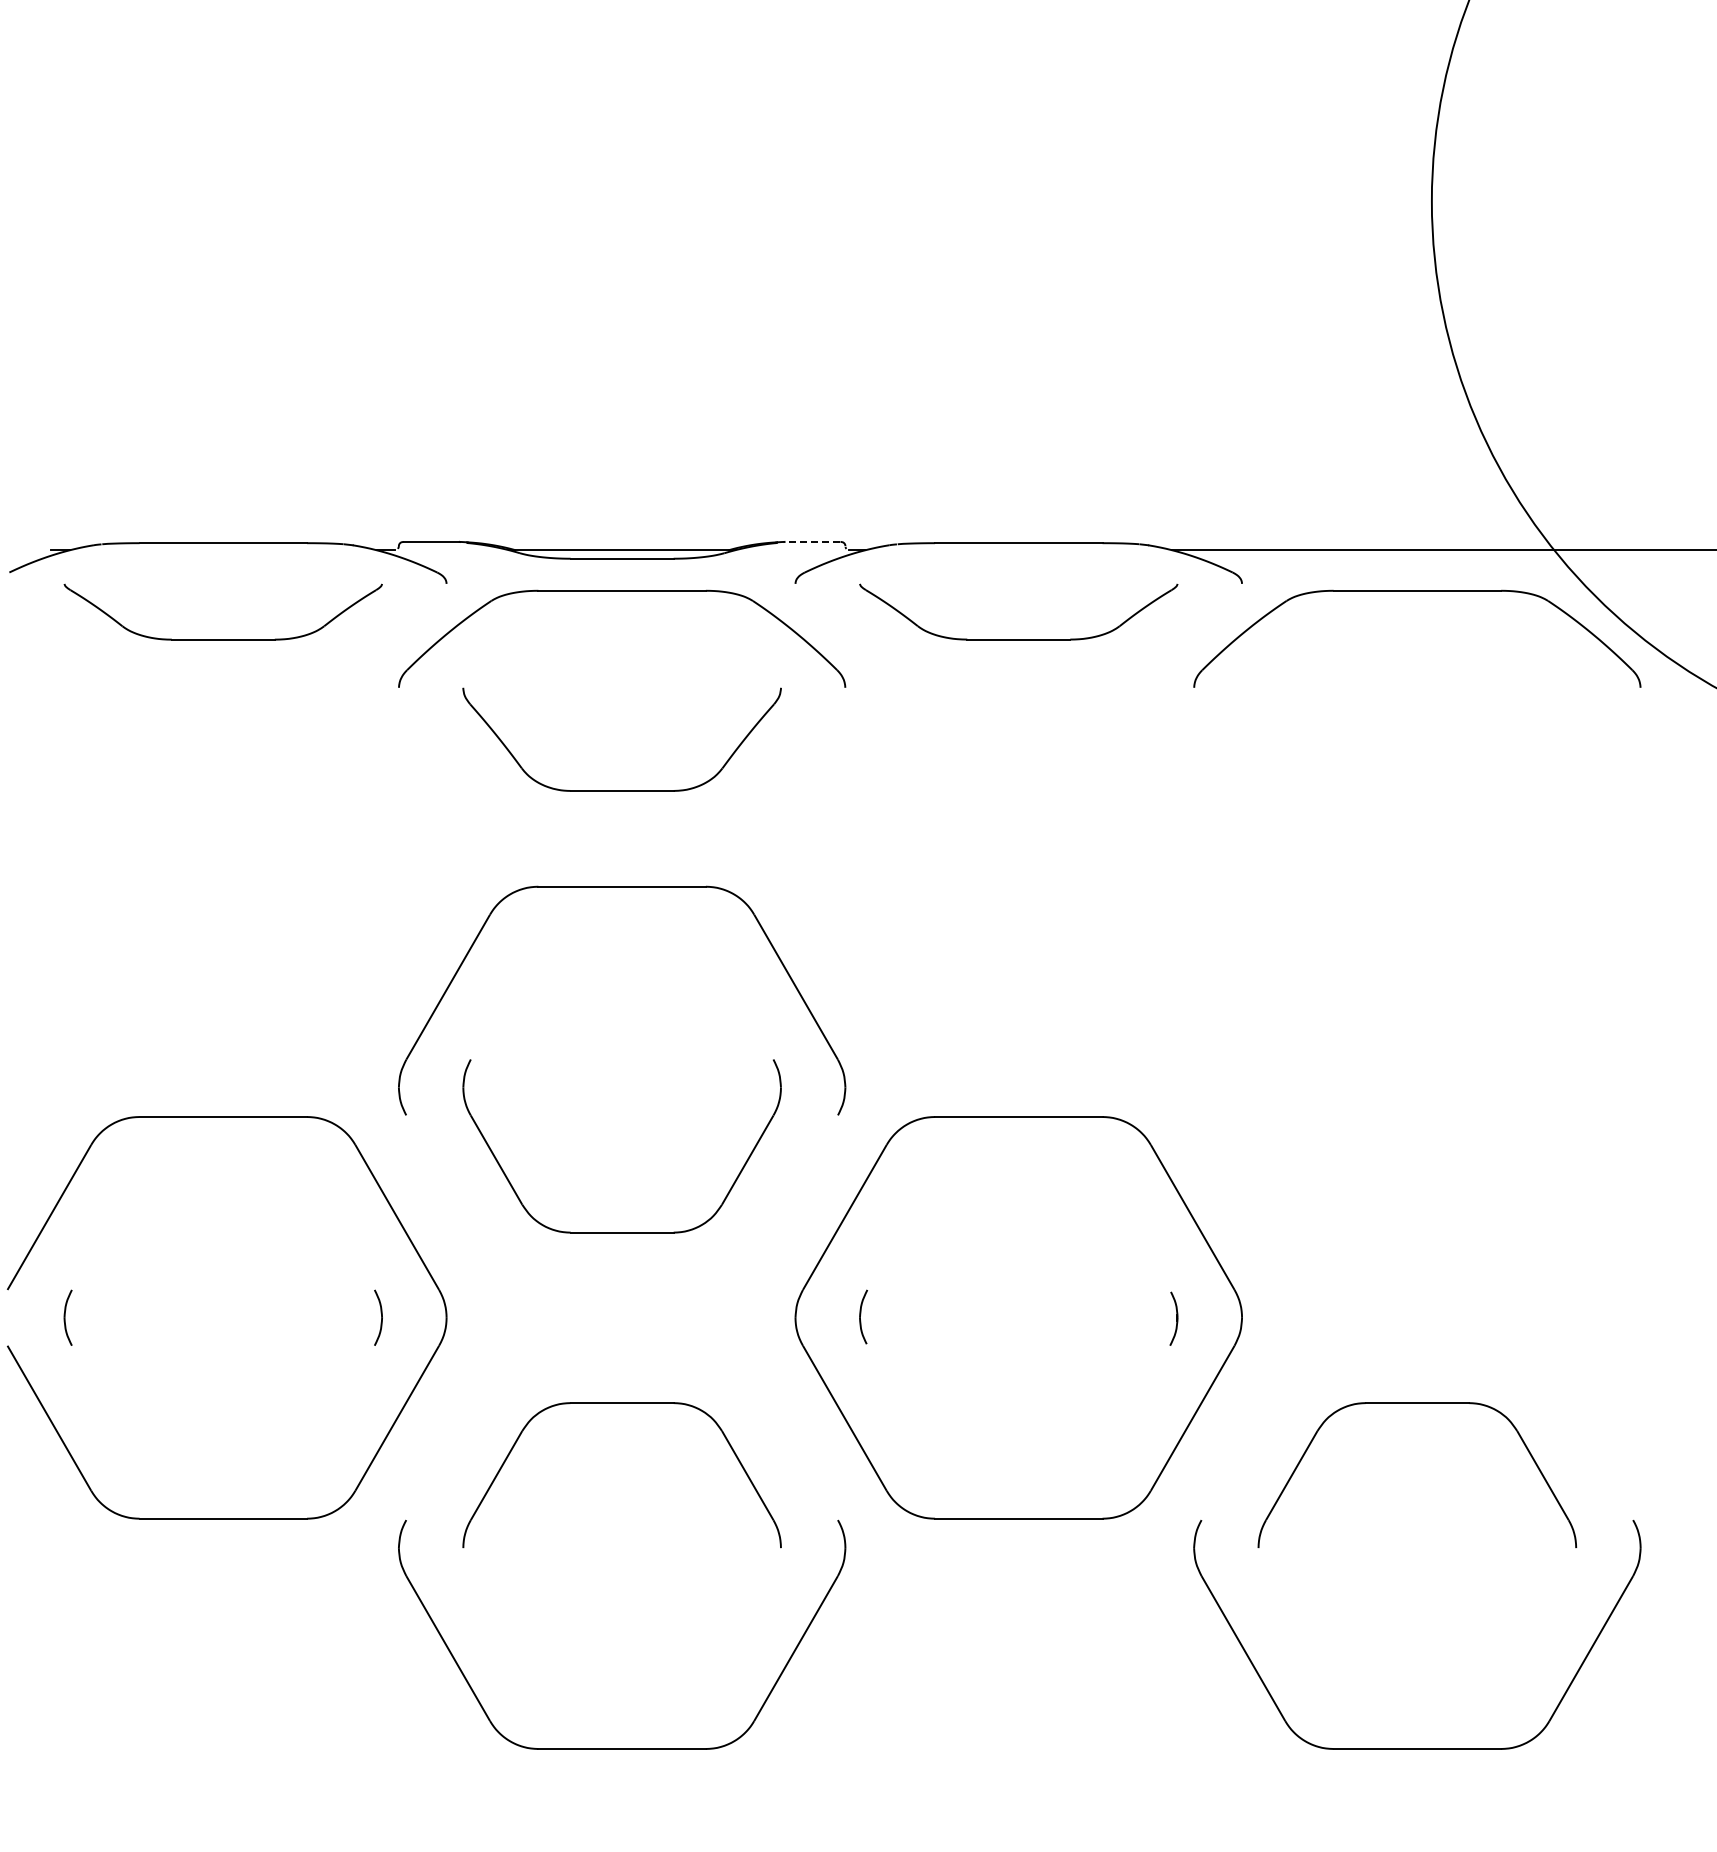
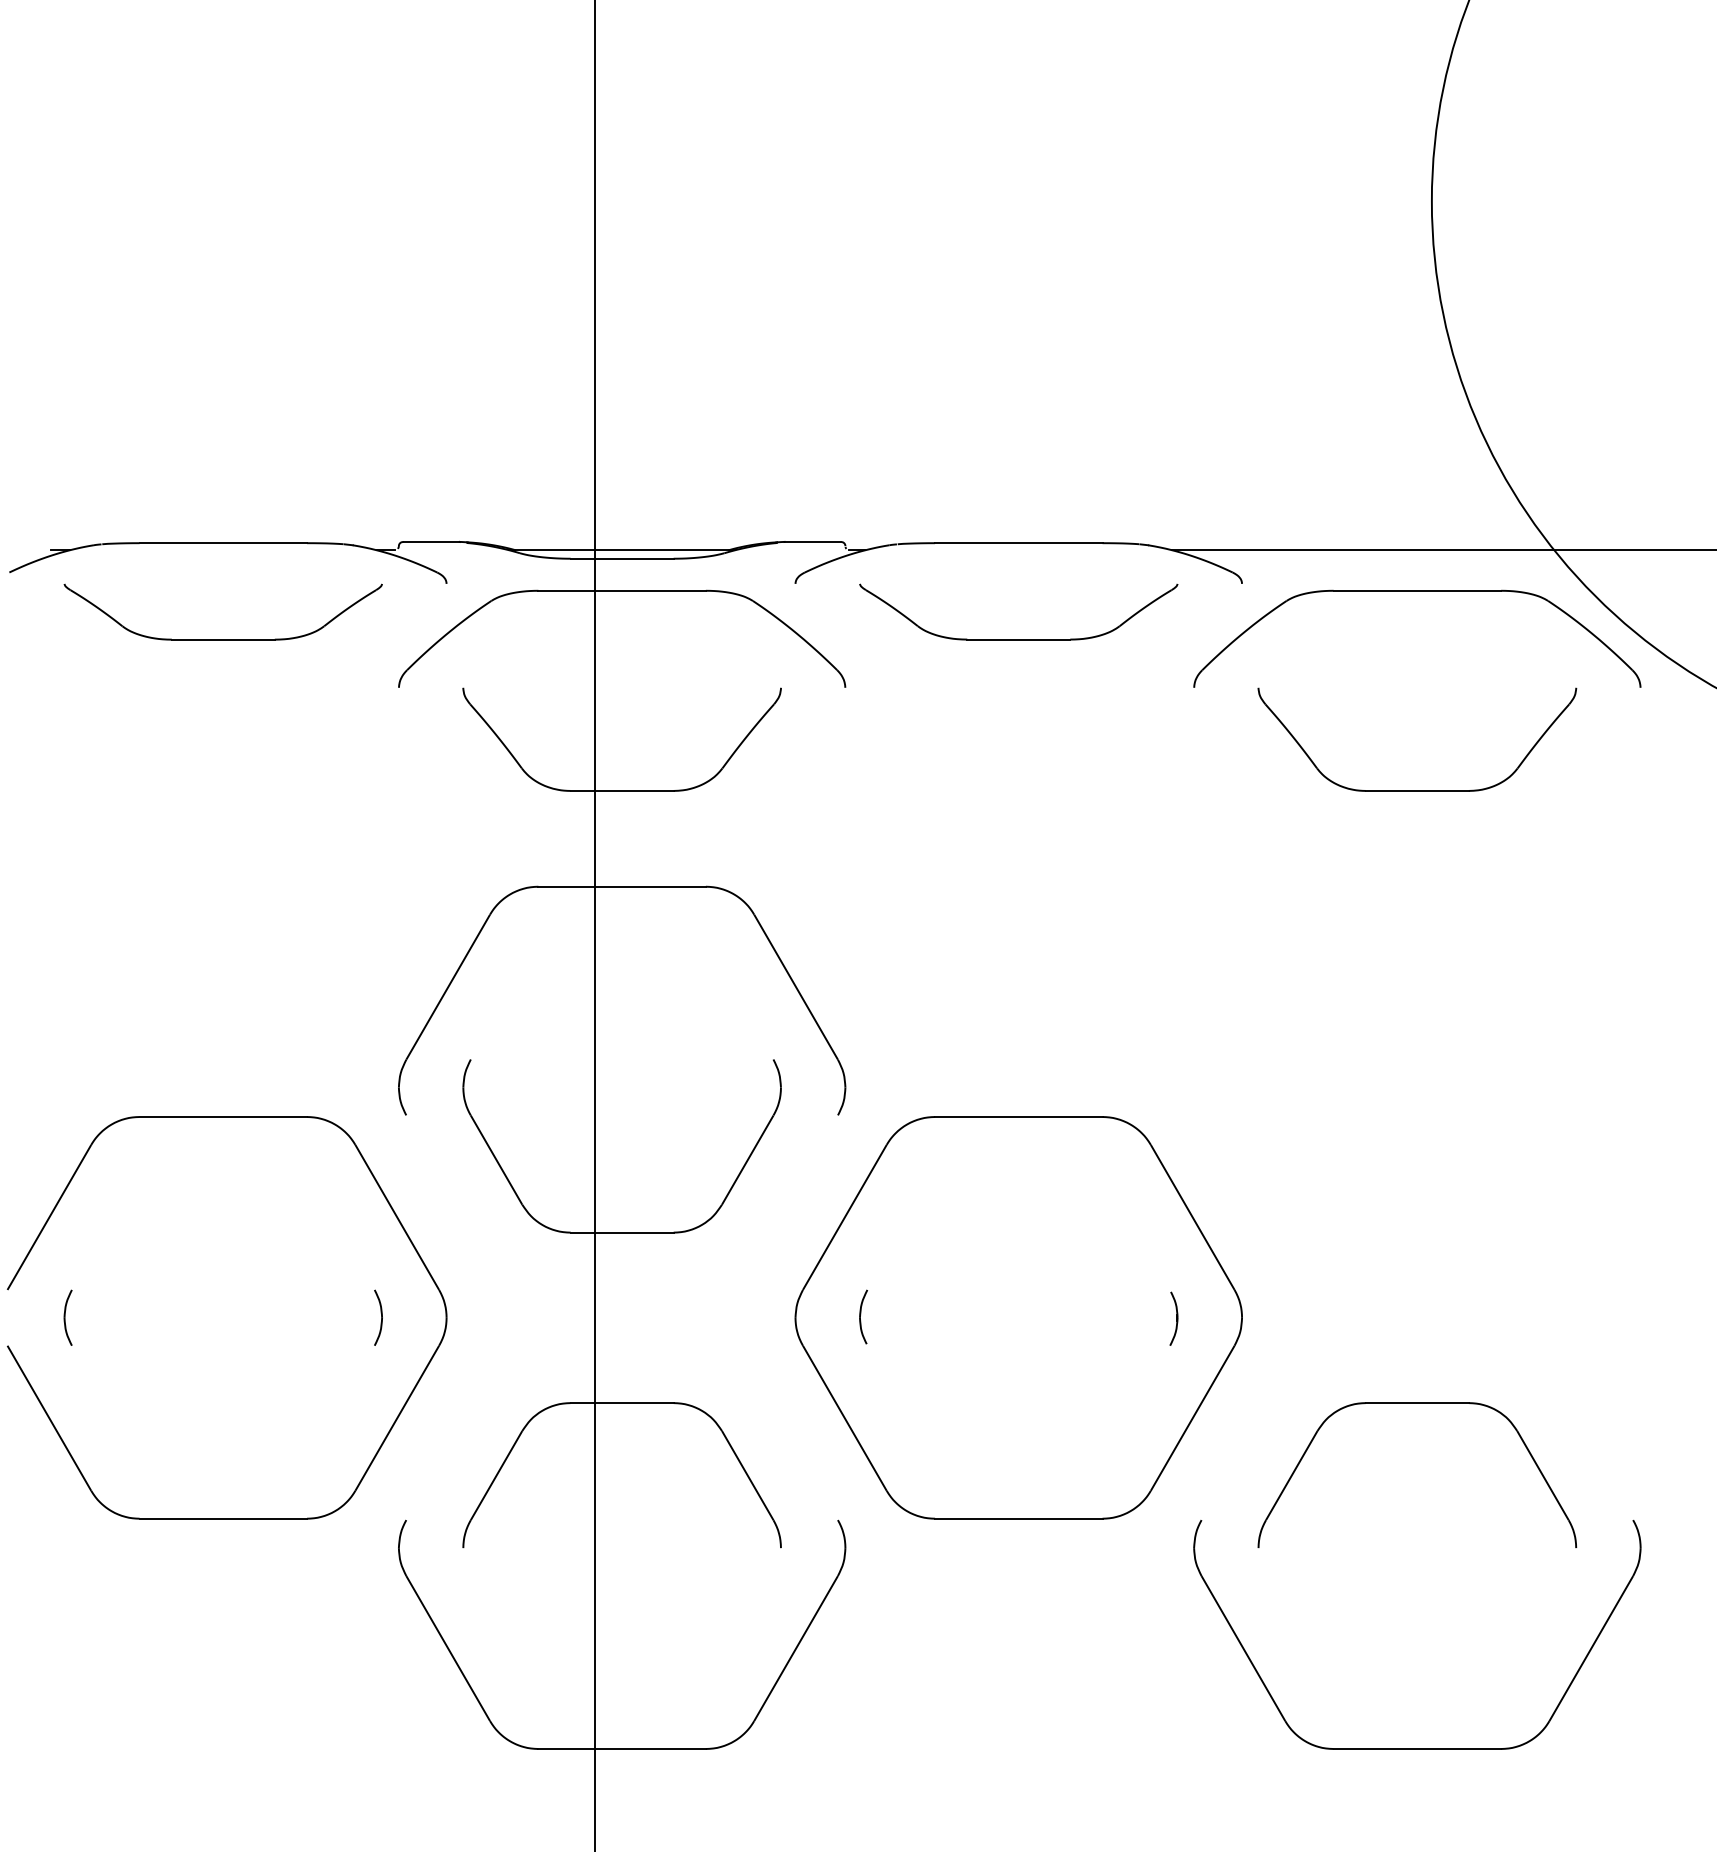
line at (812, 541): dashed -> solid
part at (1417, 790): none -> present
line at (594, 925): none -> present
